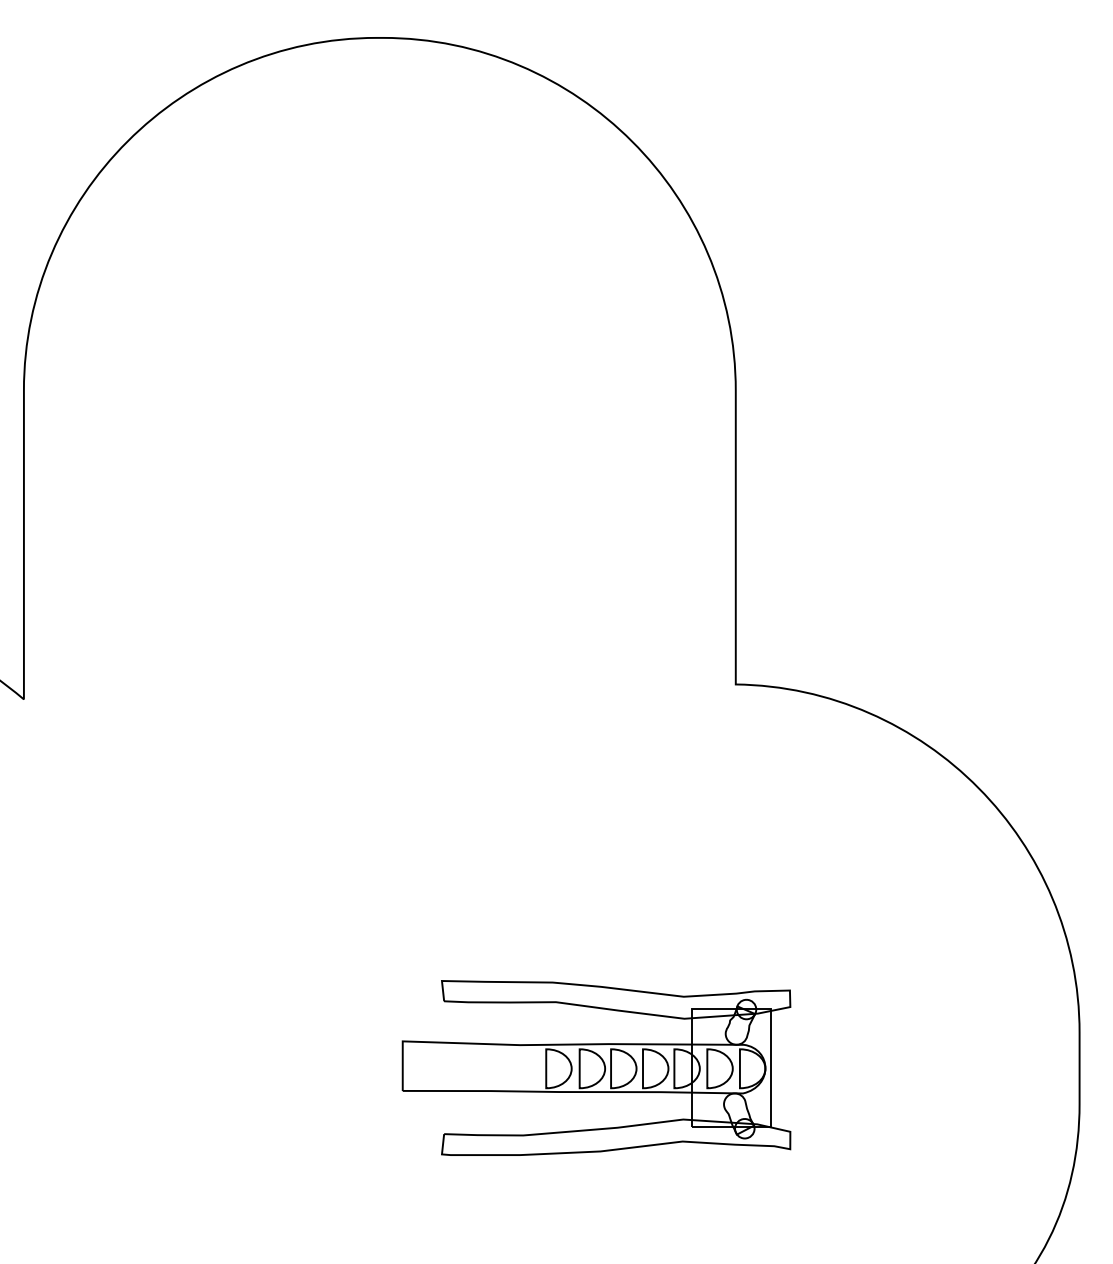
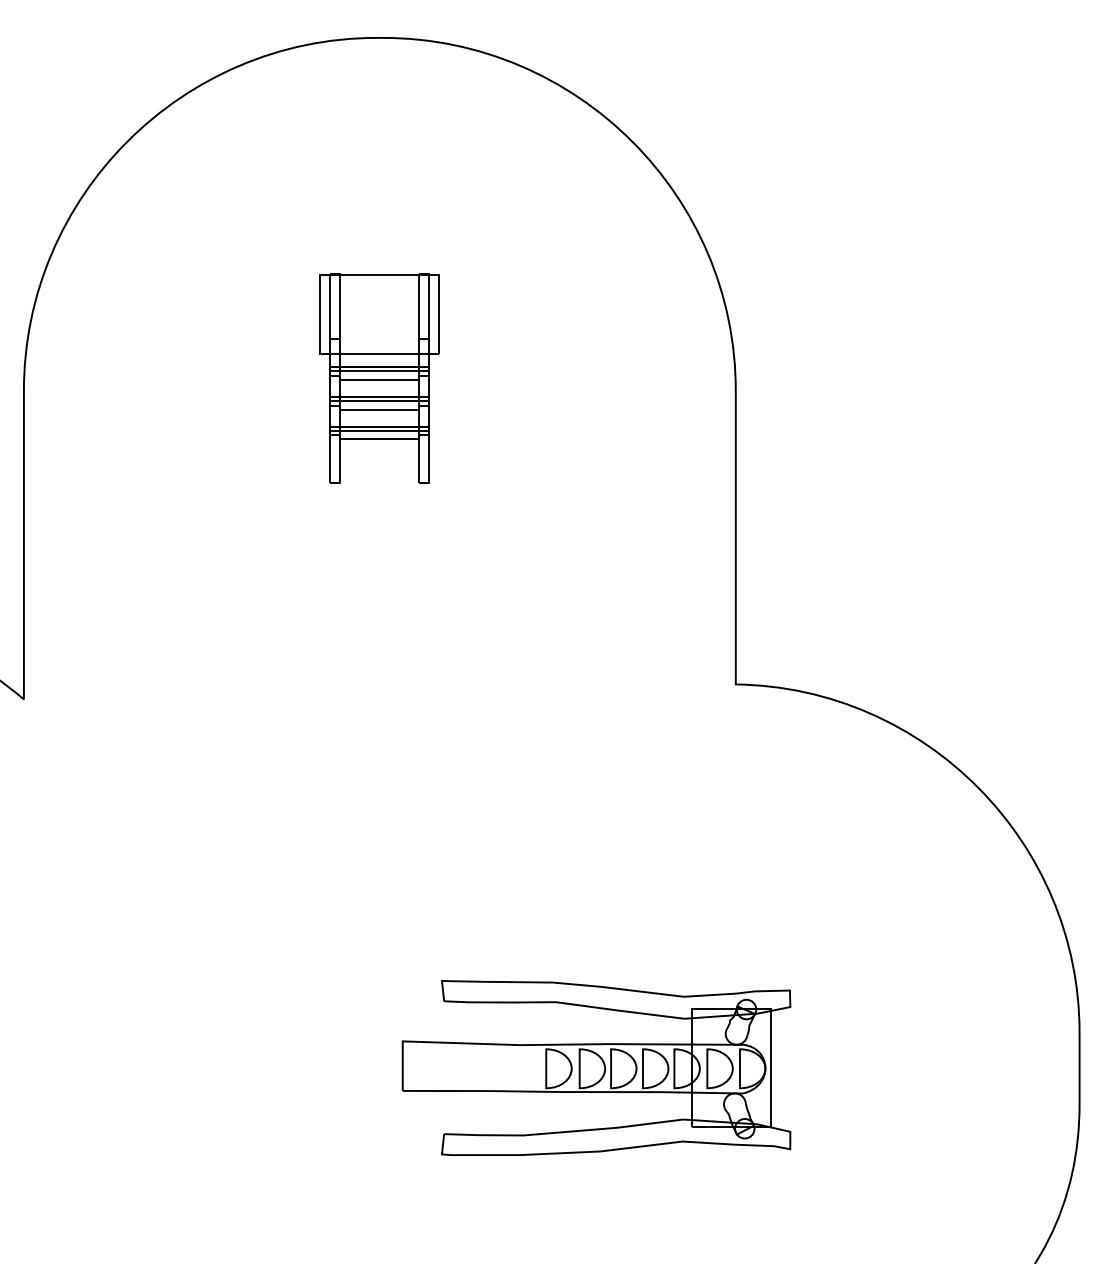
part at (379, 378): none -> present
